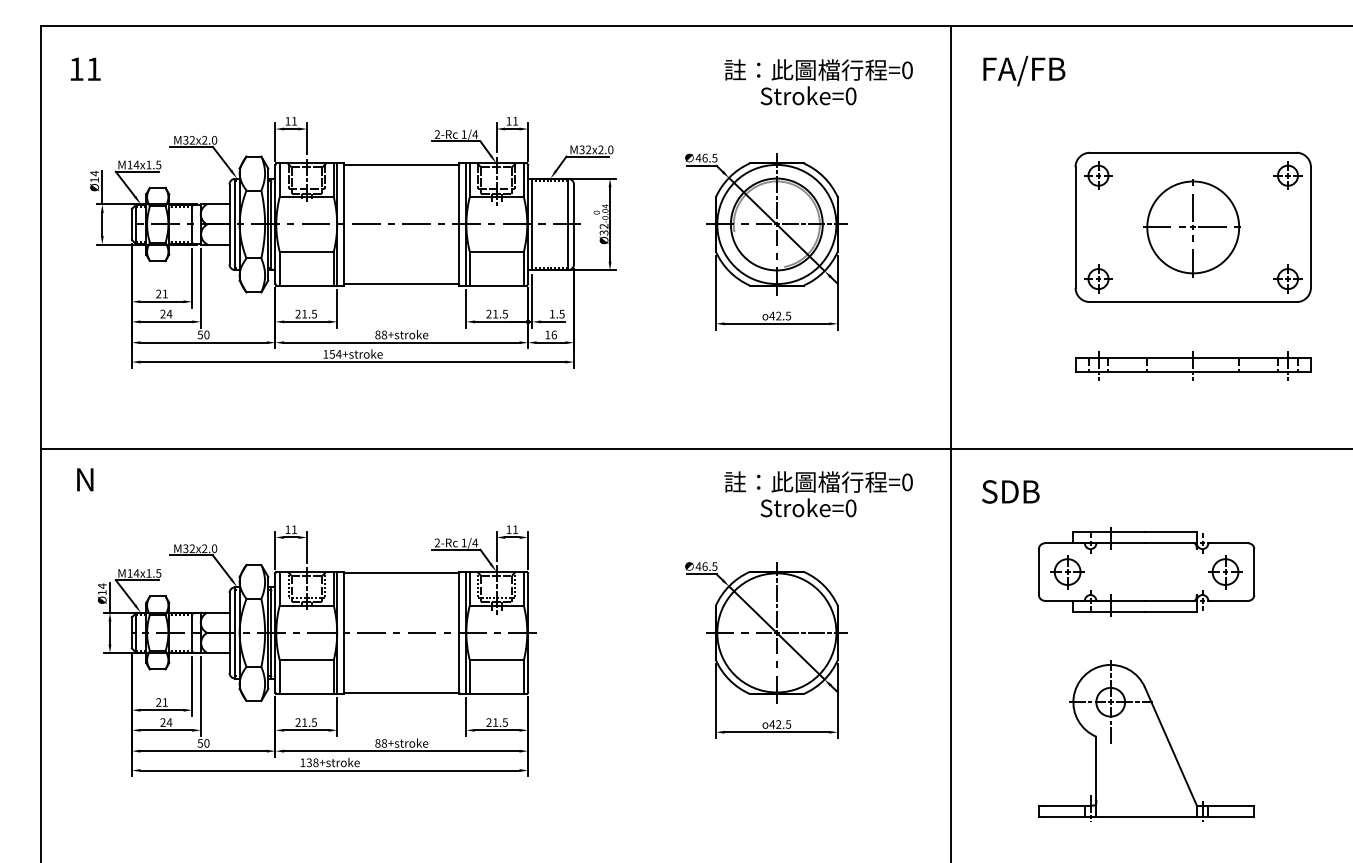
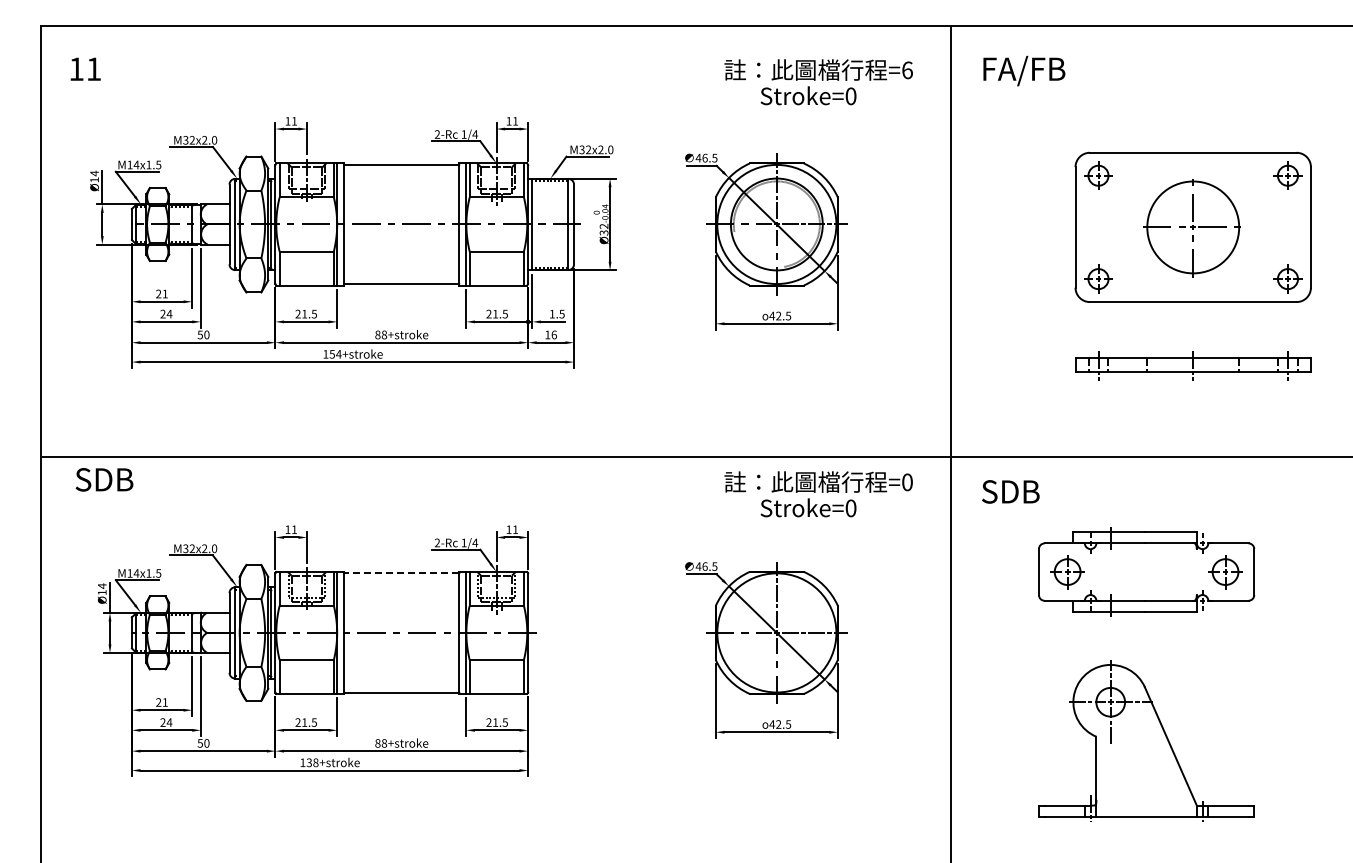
text at (907, 70): =0 -> =6
line at (694, 448) position: (694, 448) -> (694, 456)
text at (104, 479): N -> SDB
line at (401, 573): solid -> dashed
